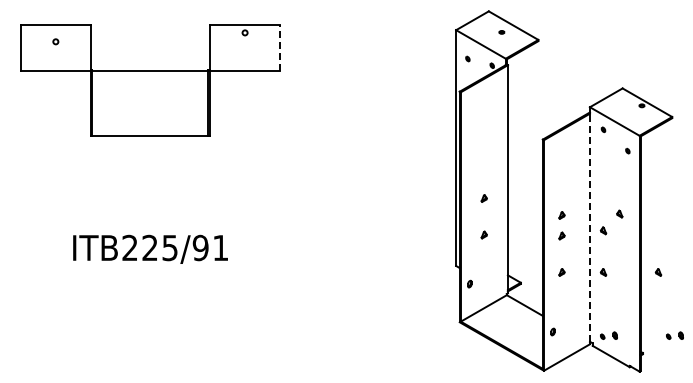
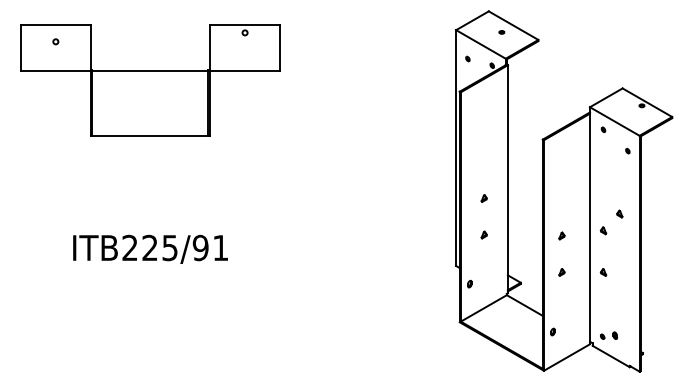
line at (280, 47): dashed -> solid
part at (561, 215): present -> none
line at (589, 227): dashed -> solid
part at (658, 272): present -> none
part at (674, 335): present -> none
